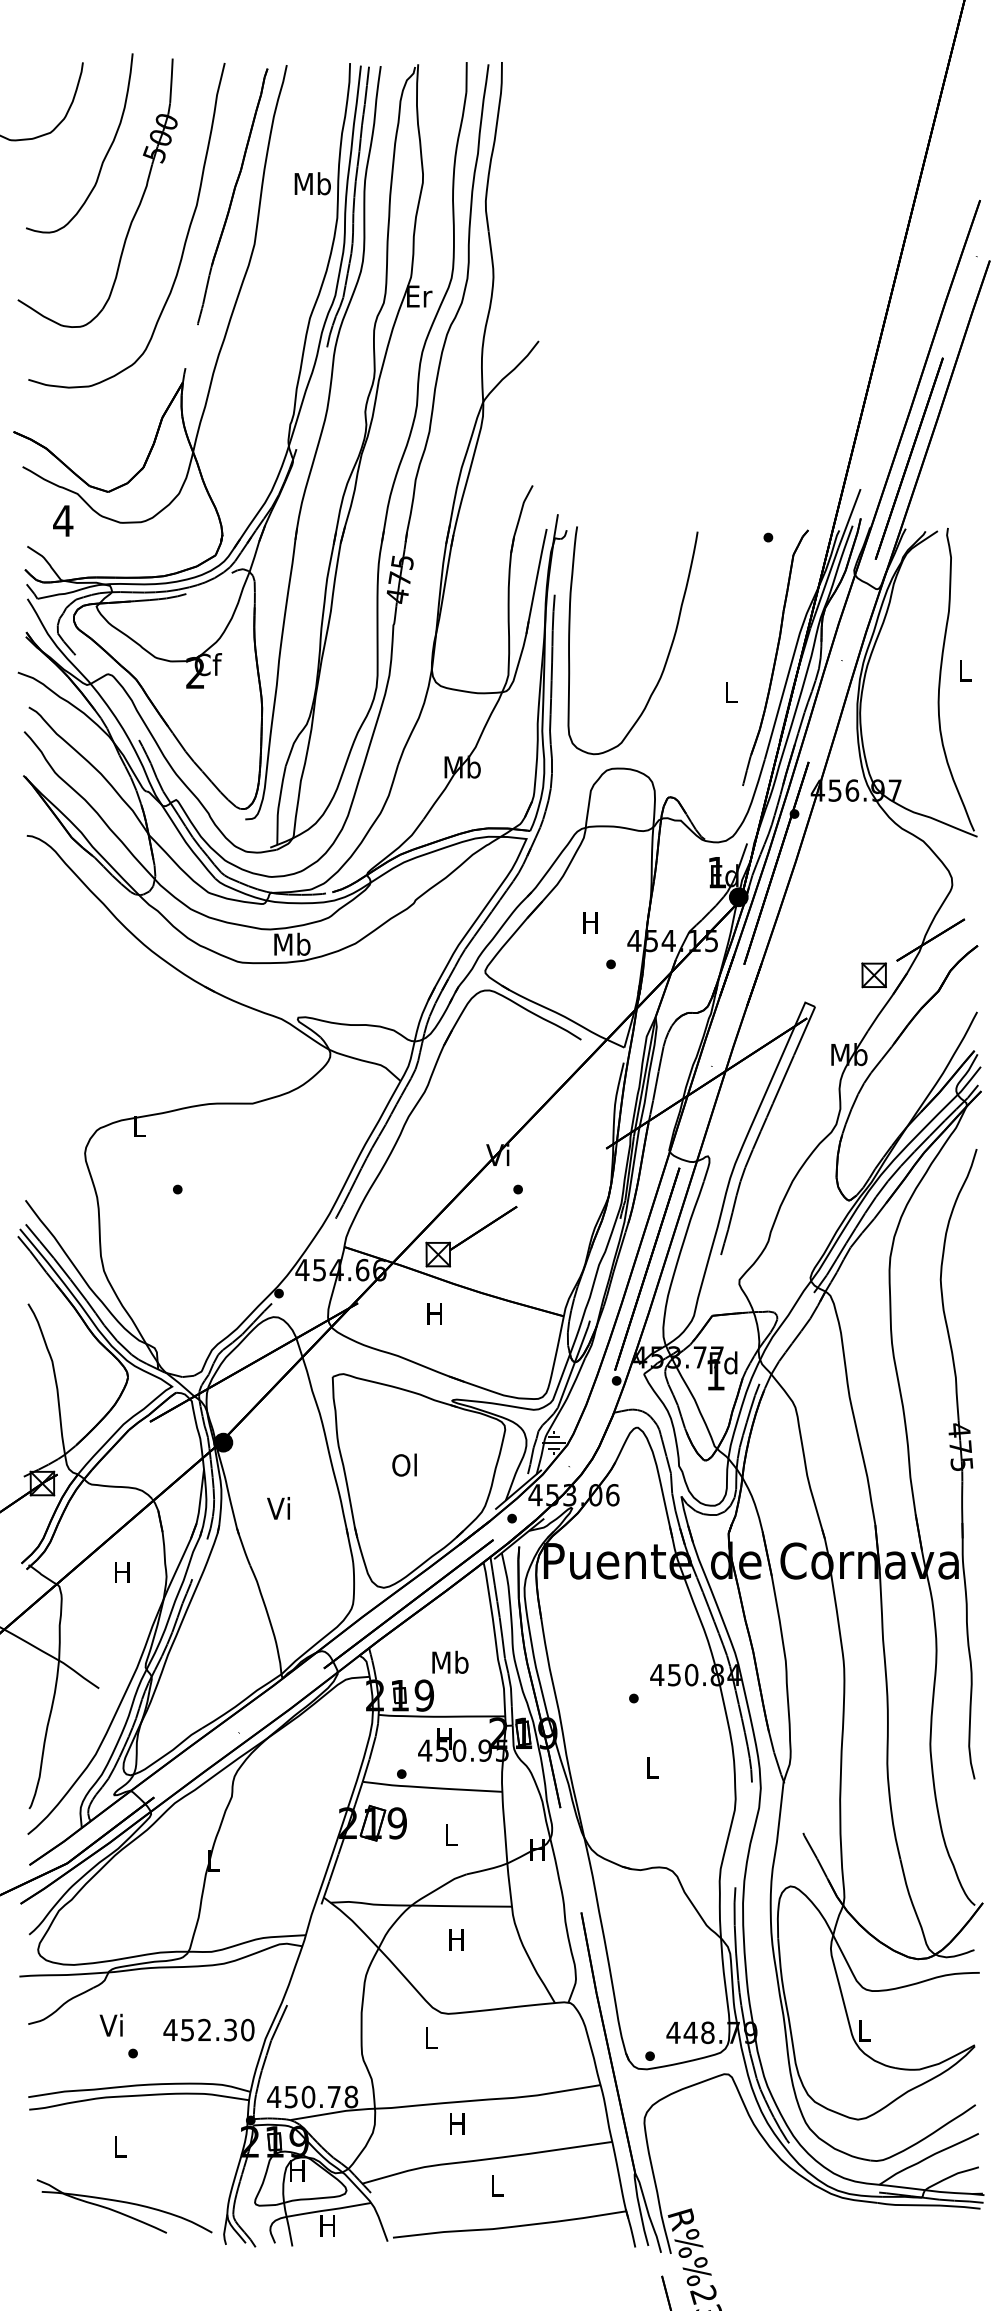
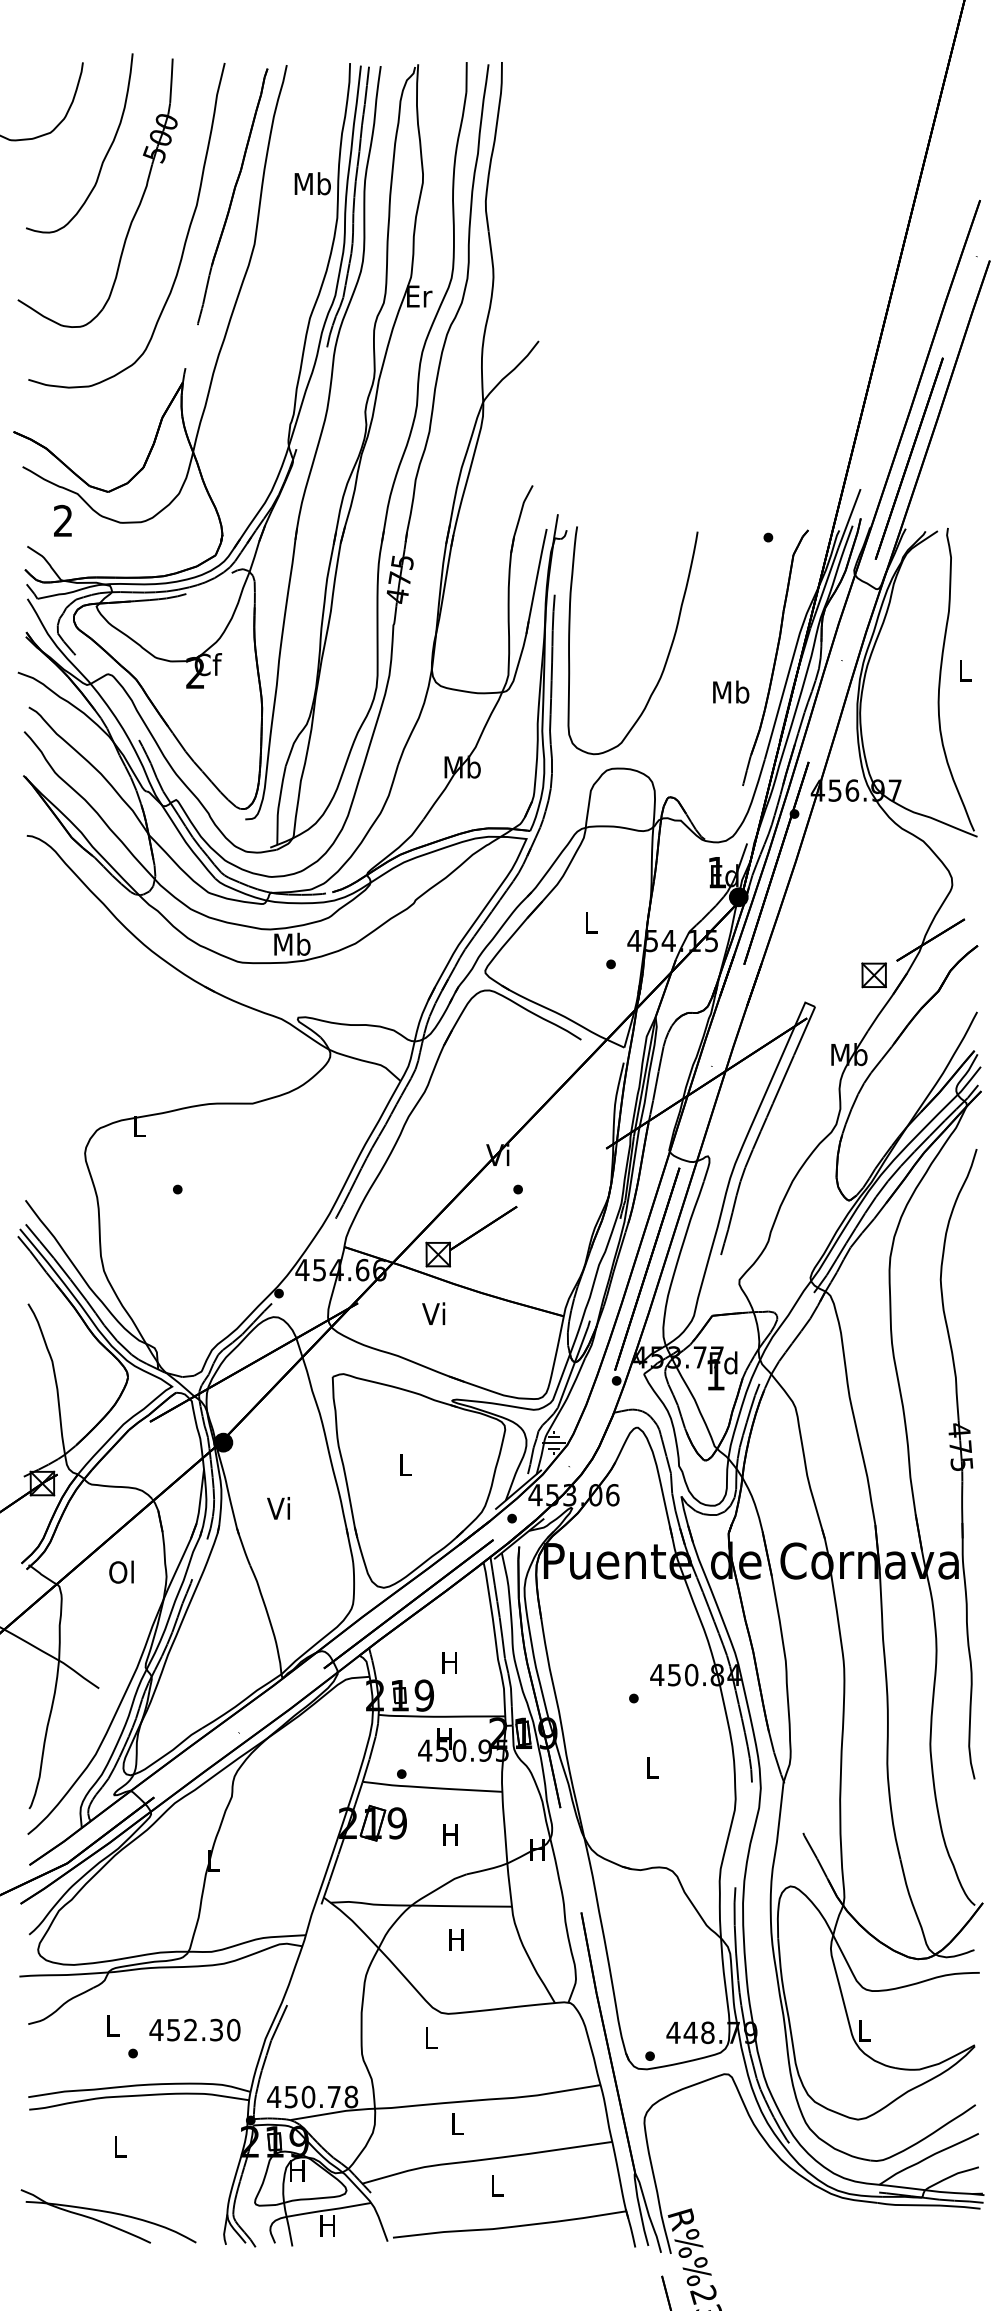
text at (63, 520): 4 -> 2
text at (731, 691): L -> Mb
text at (590, 922): H -> L
text at (433, 1313): H -> Vi
text at (404, 1464): Ol -> L
text at (121, 1571): H -> Ol
text at (450, 1661): Mb -> H
text at (450, 1834): L -> H
text at (110, 2024): Vi -> L
text at (208, 2029) position: (208, 2029) -> (194, 2029)
text at (457, 2123): H -> L
part at (124, 2206) position: (124, 2206) -> (108, 2216)
